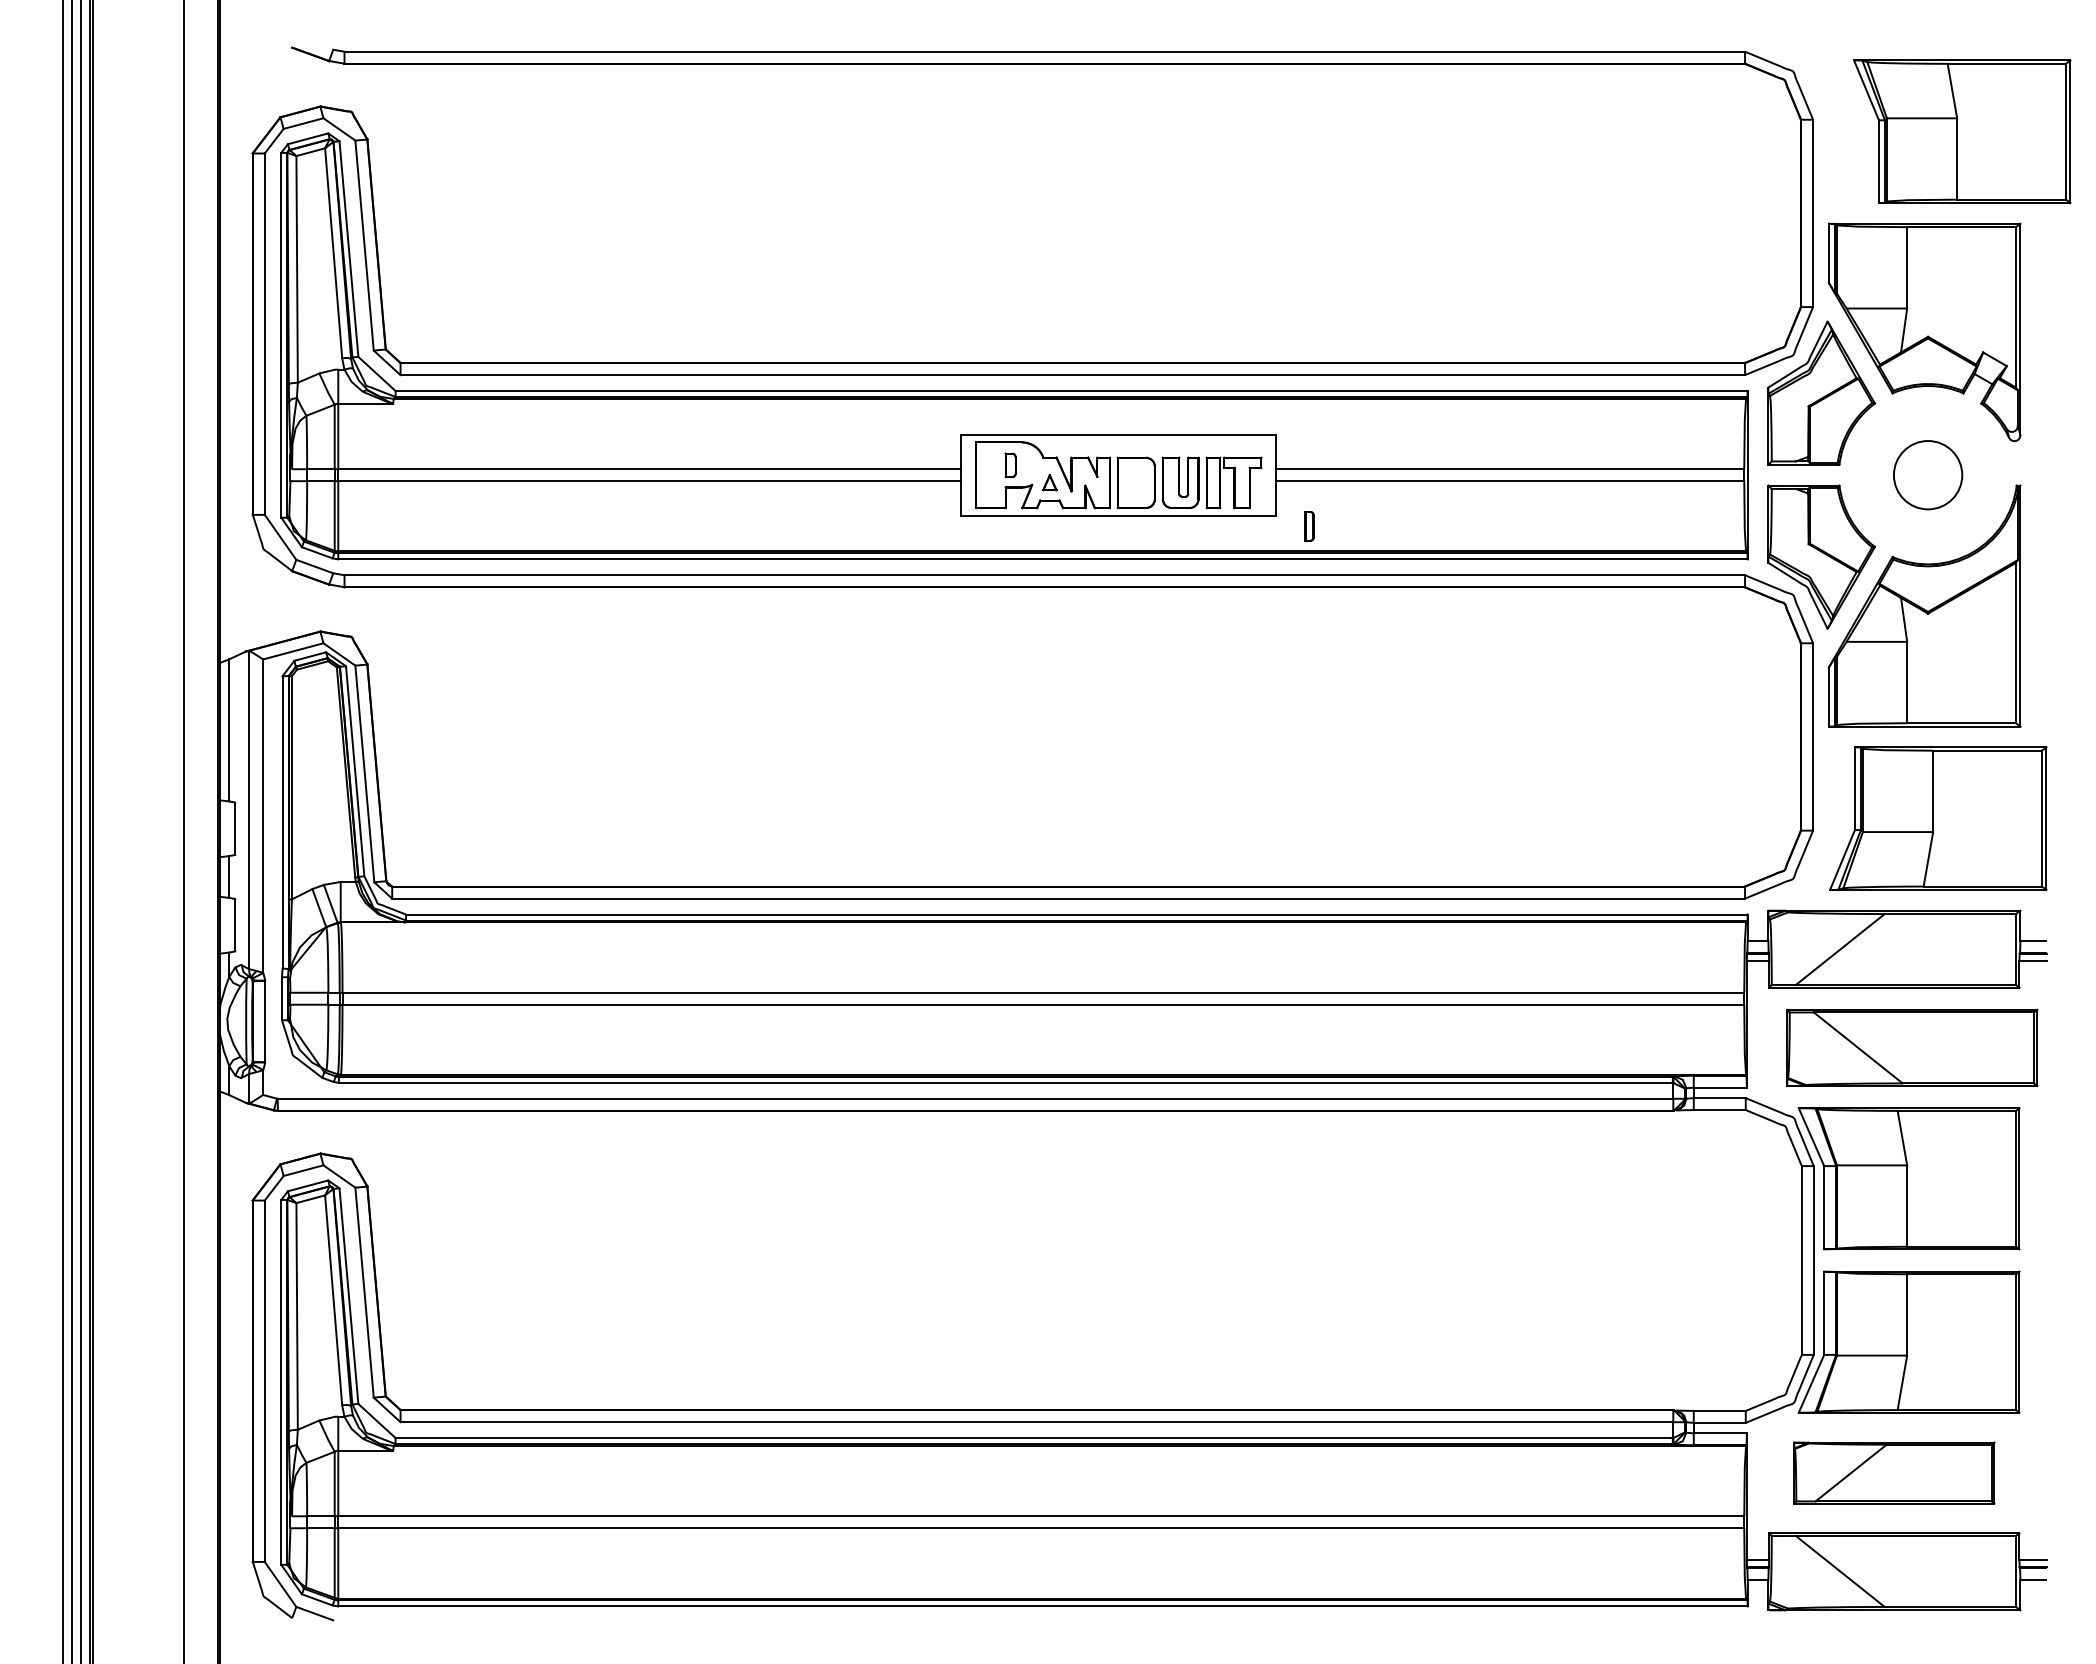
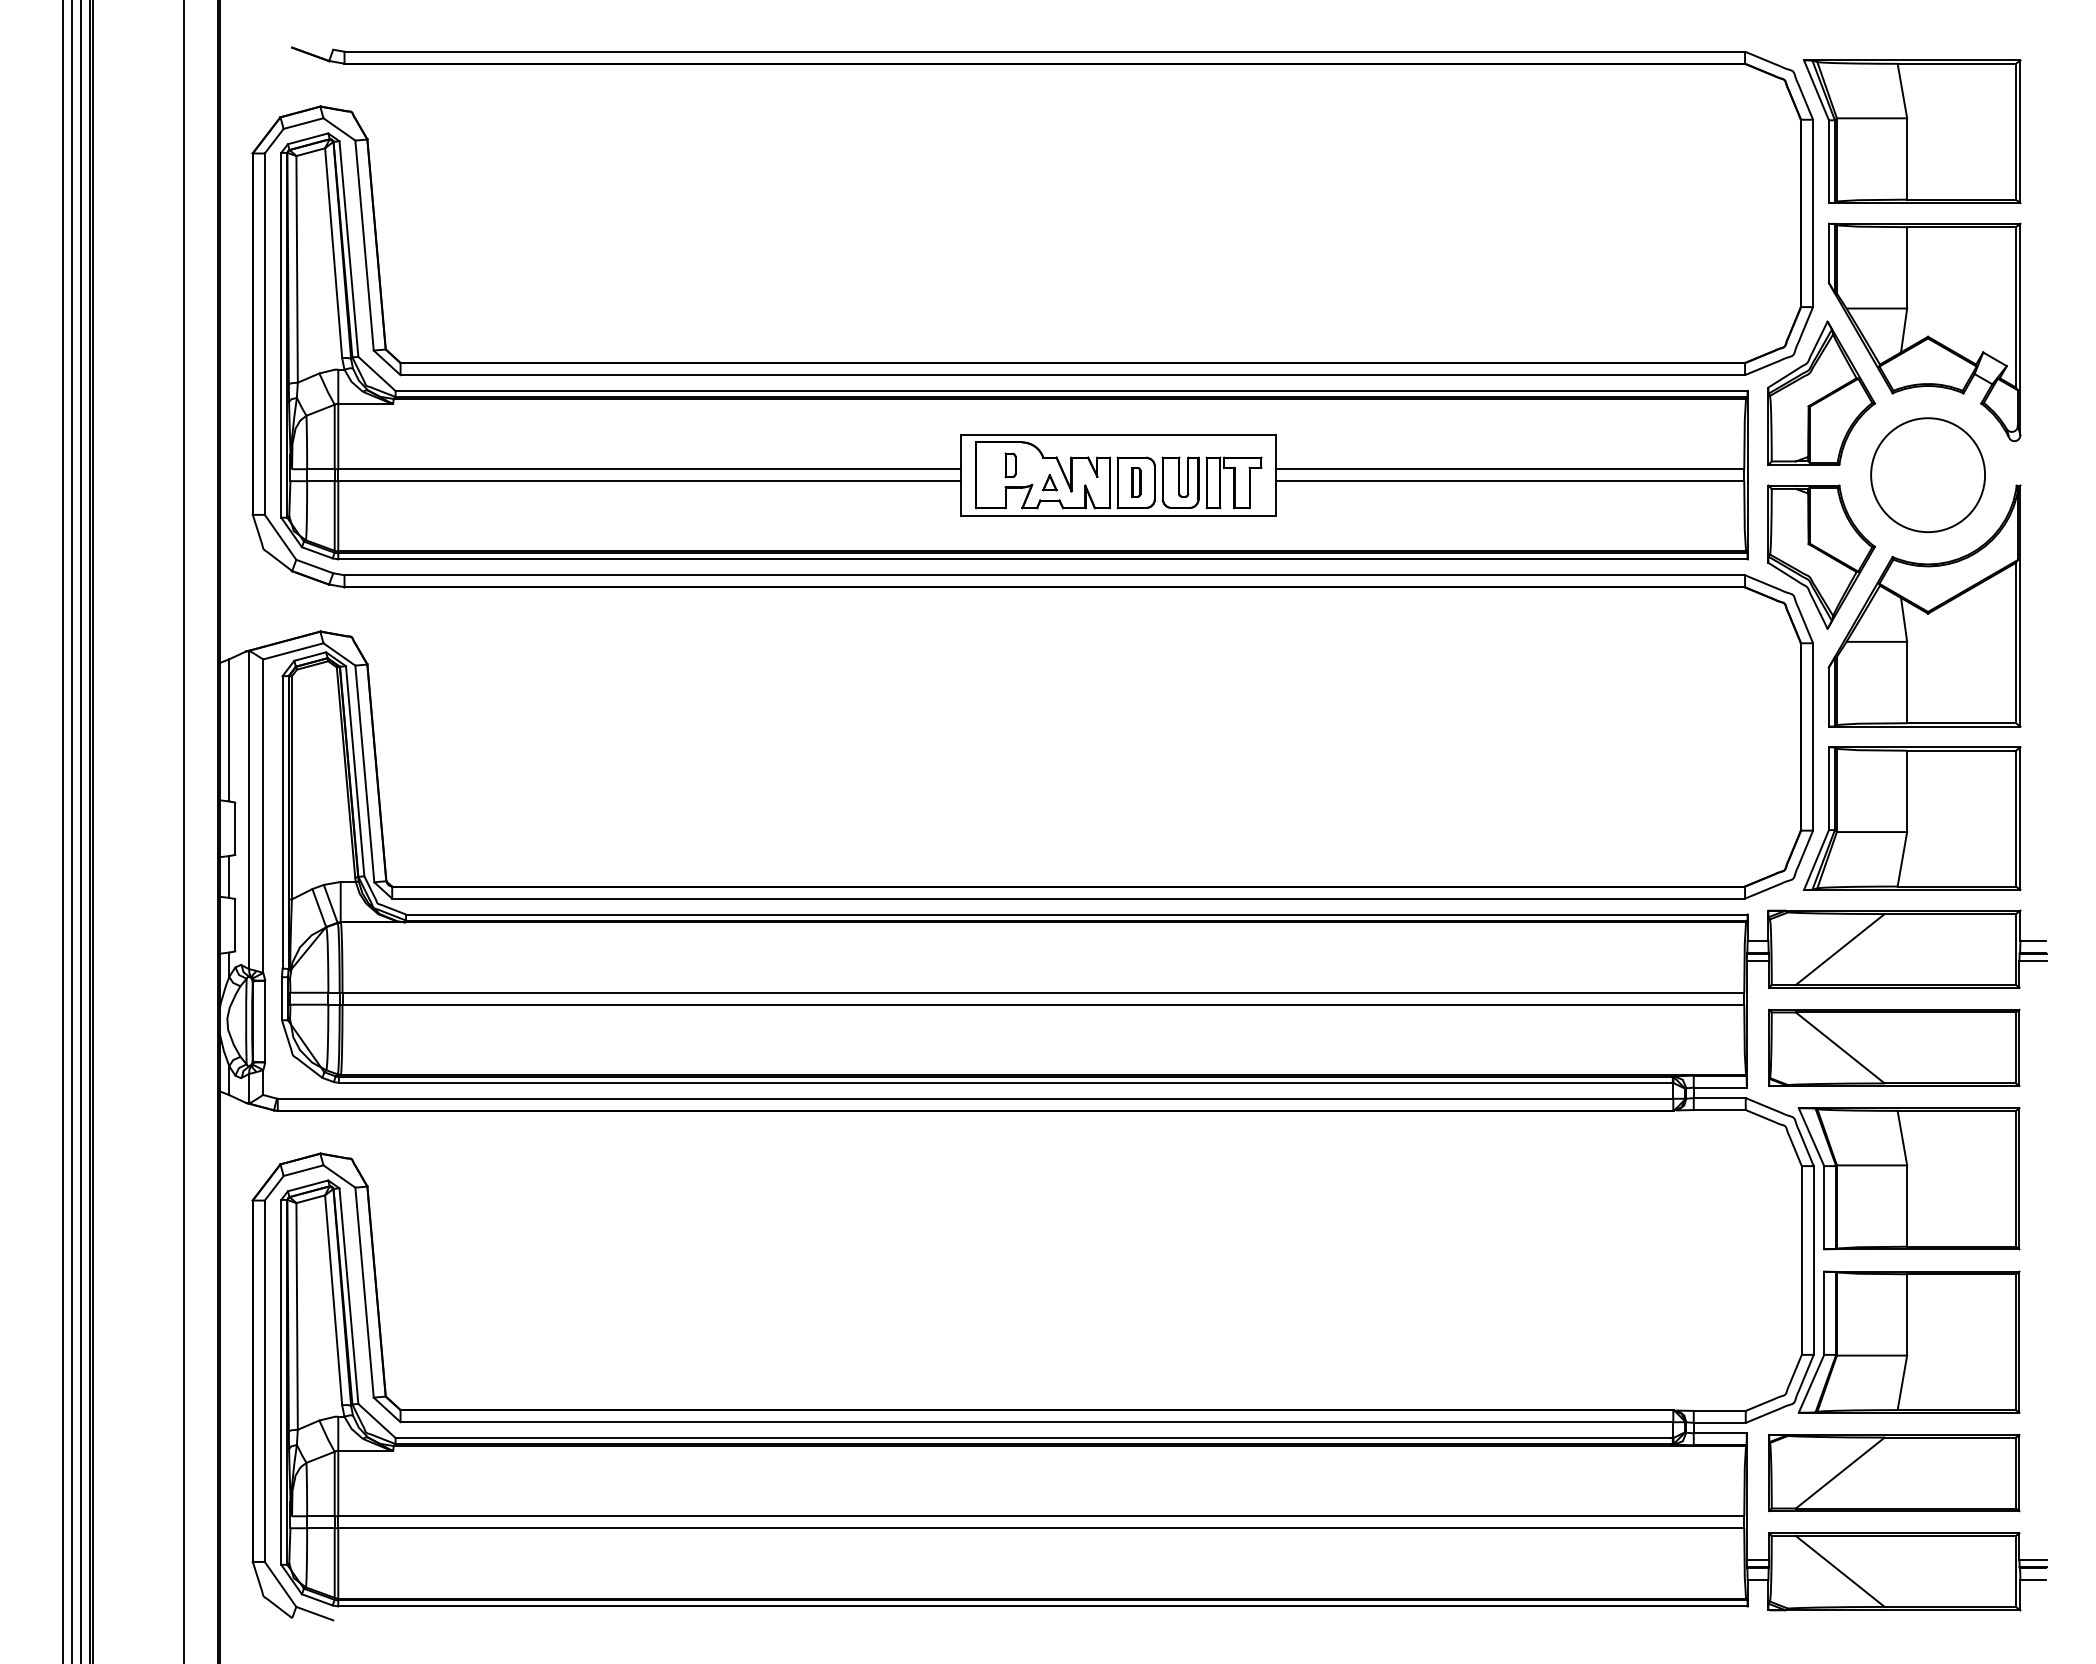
part at (1962, 131) position: (1962, 131) -> (1912, 131)
circle at (1927, 475) diameter: 68 px -> 114 px
part at (1309, 526) position: (1309, 526) -> (1136, 482)
part at (1938, 818) position: (1938, 818) -> (1912, 818)
part at (1912, 1047) position: (1912, 1047) -> (1894, 1047)
part at (1894, 1472) size: 203x64 px -> 253x80 px
